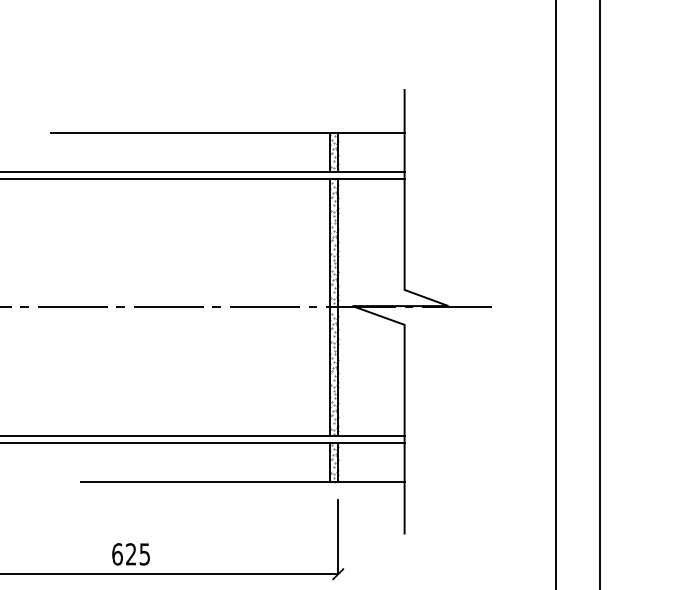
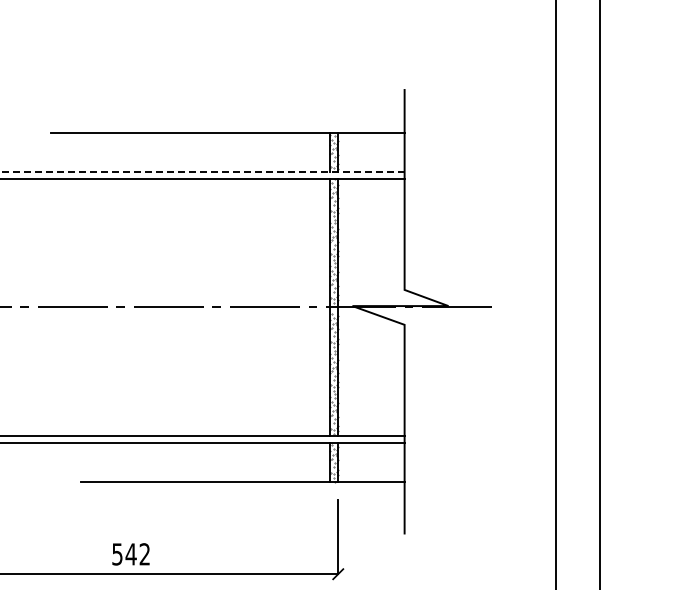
line at (202, 172): solid -> dashed
text at (130, 554): 625 -> 542
